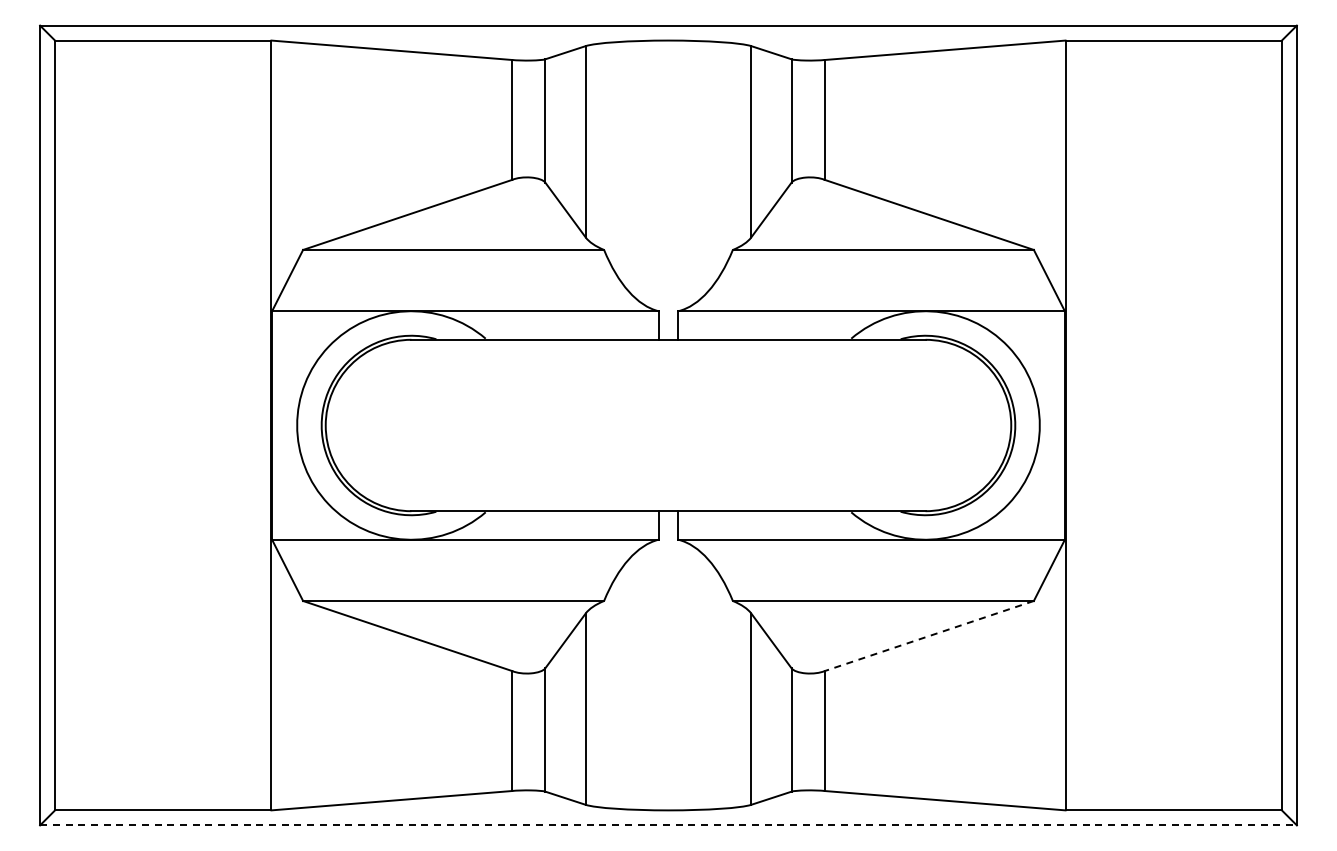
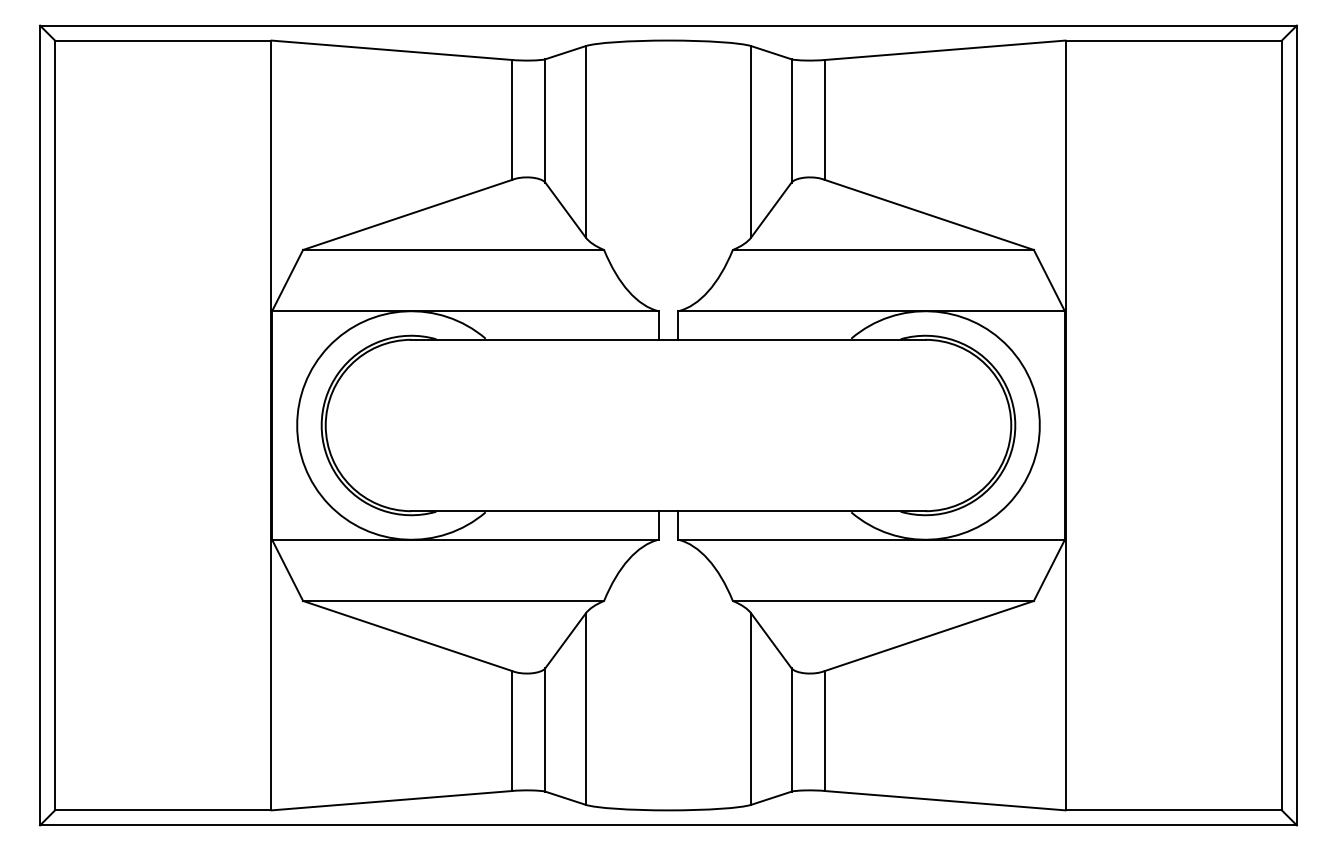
line at (928, 636): dashed -> solid
line at (669, 825): dashed -> solid
